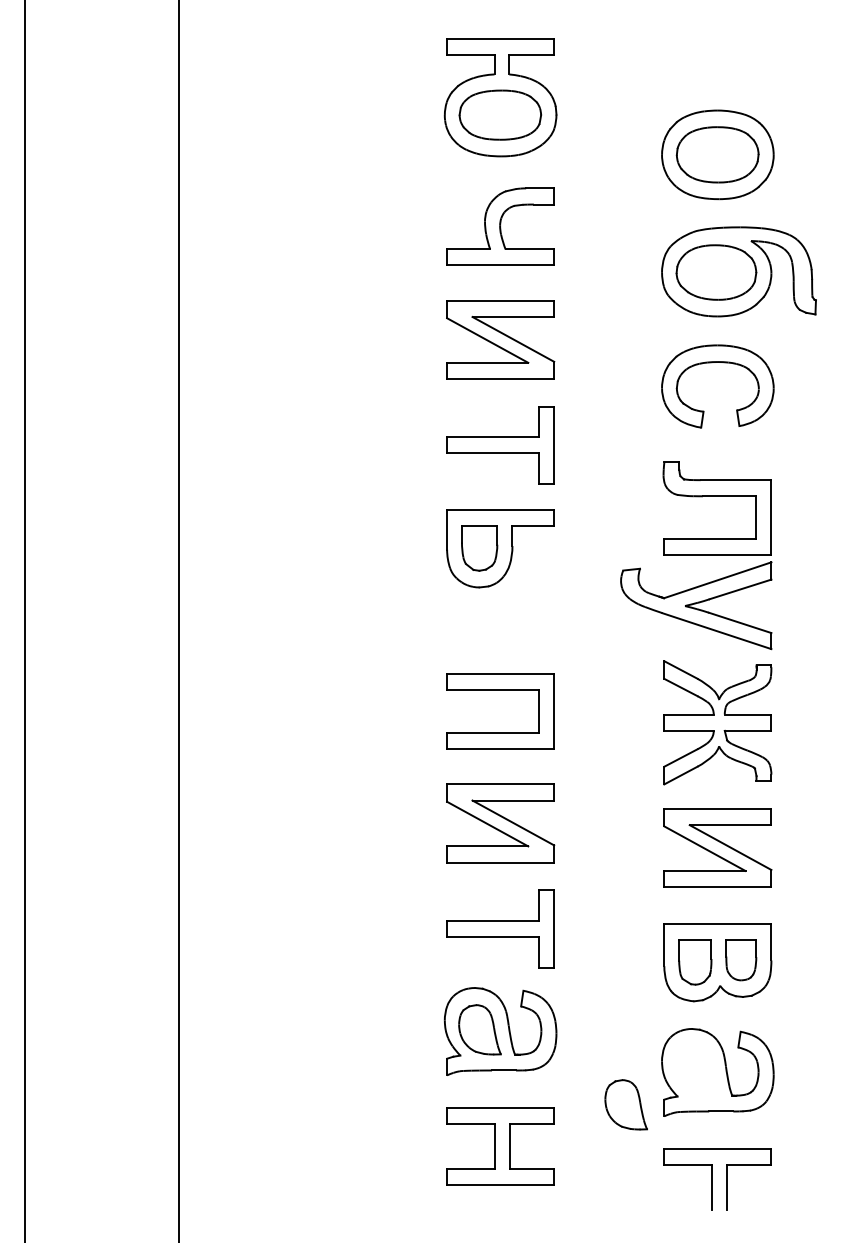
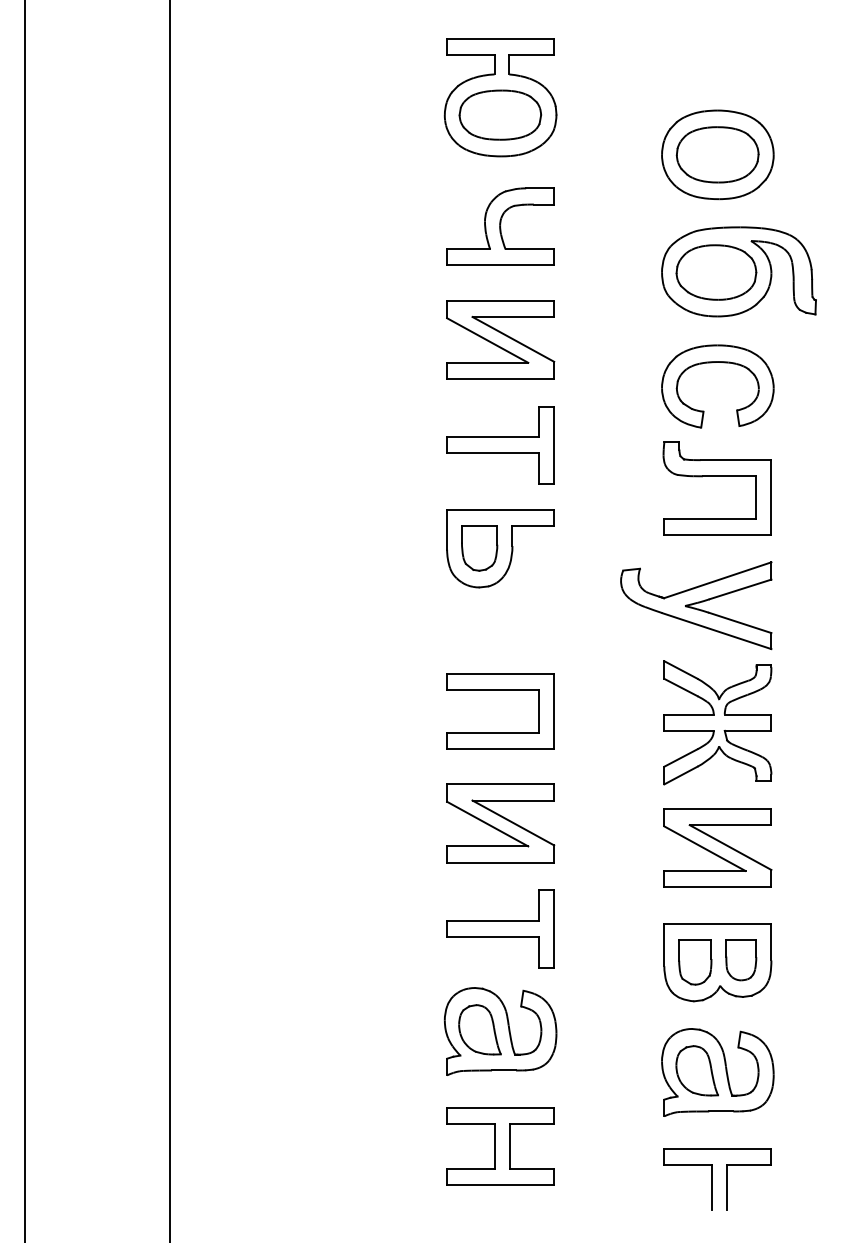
part at (716, 496) position: (716, 496) -> (716, 476)
line at (179, 620) position: (179, 620) -> (170, 620)
part at (625, 1104) position: (625, 1104) -> (696, 1070)
